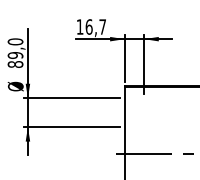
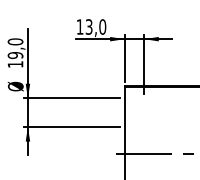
text at (95, 26): 16,7 -> 13,0
text at (15, 64): 89,0 -> 19,0
